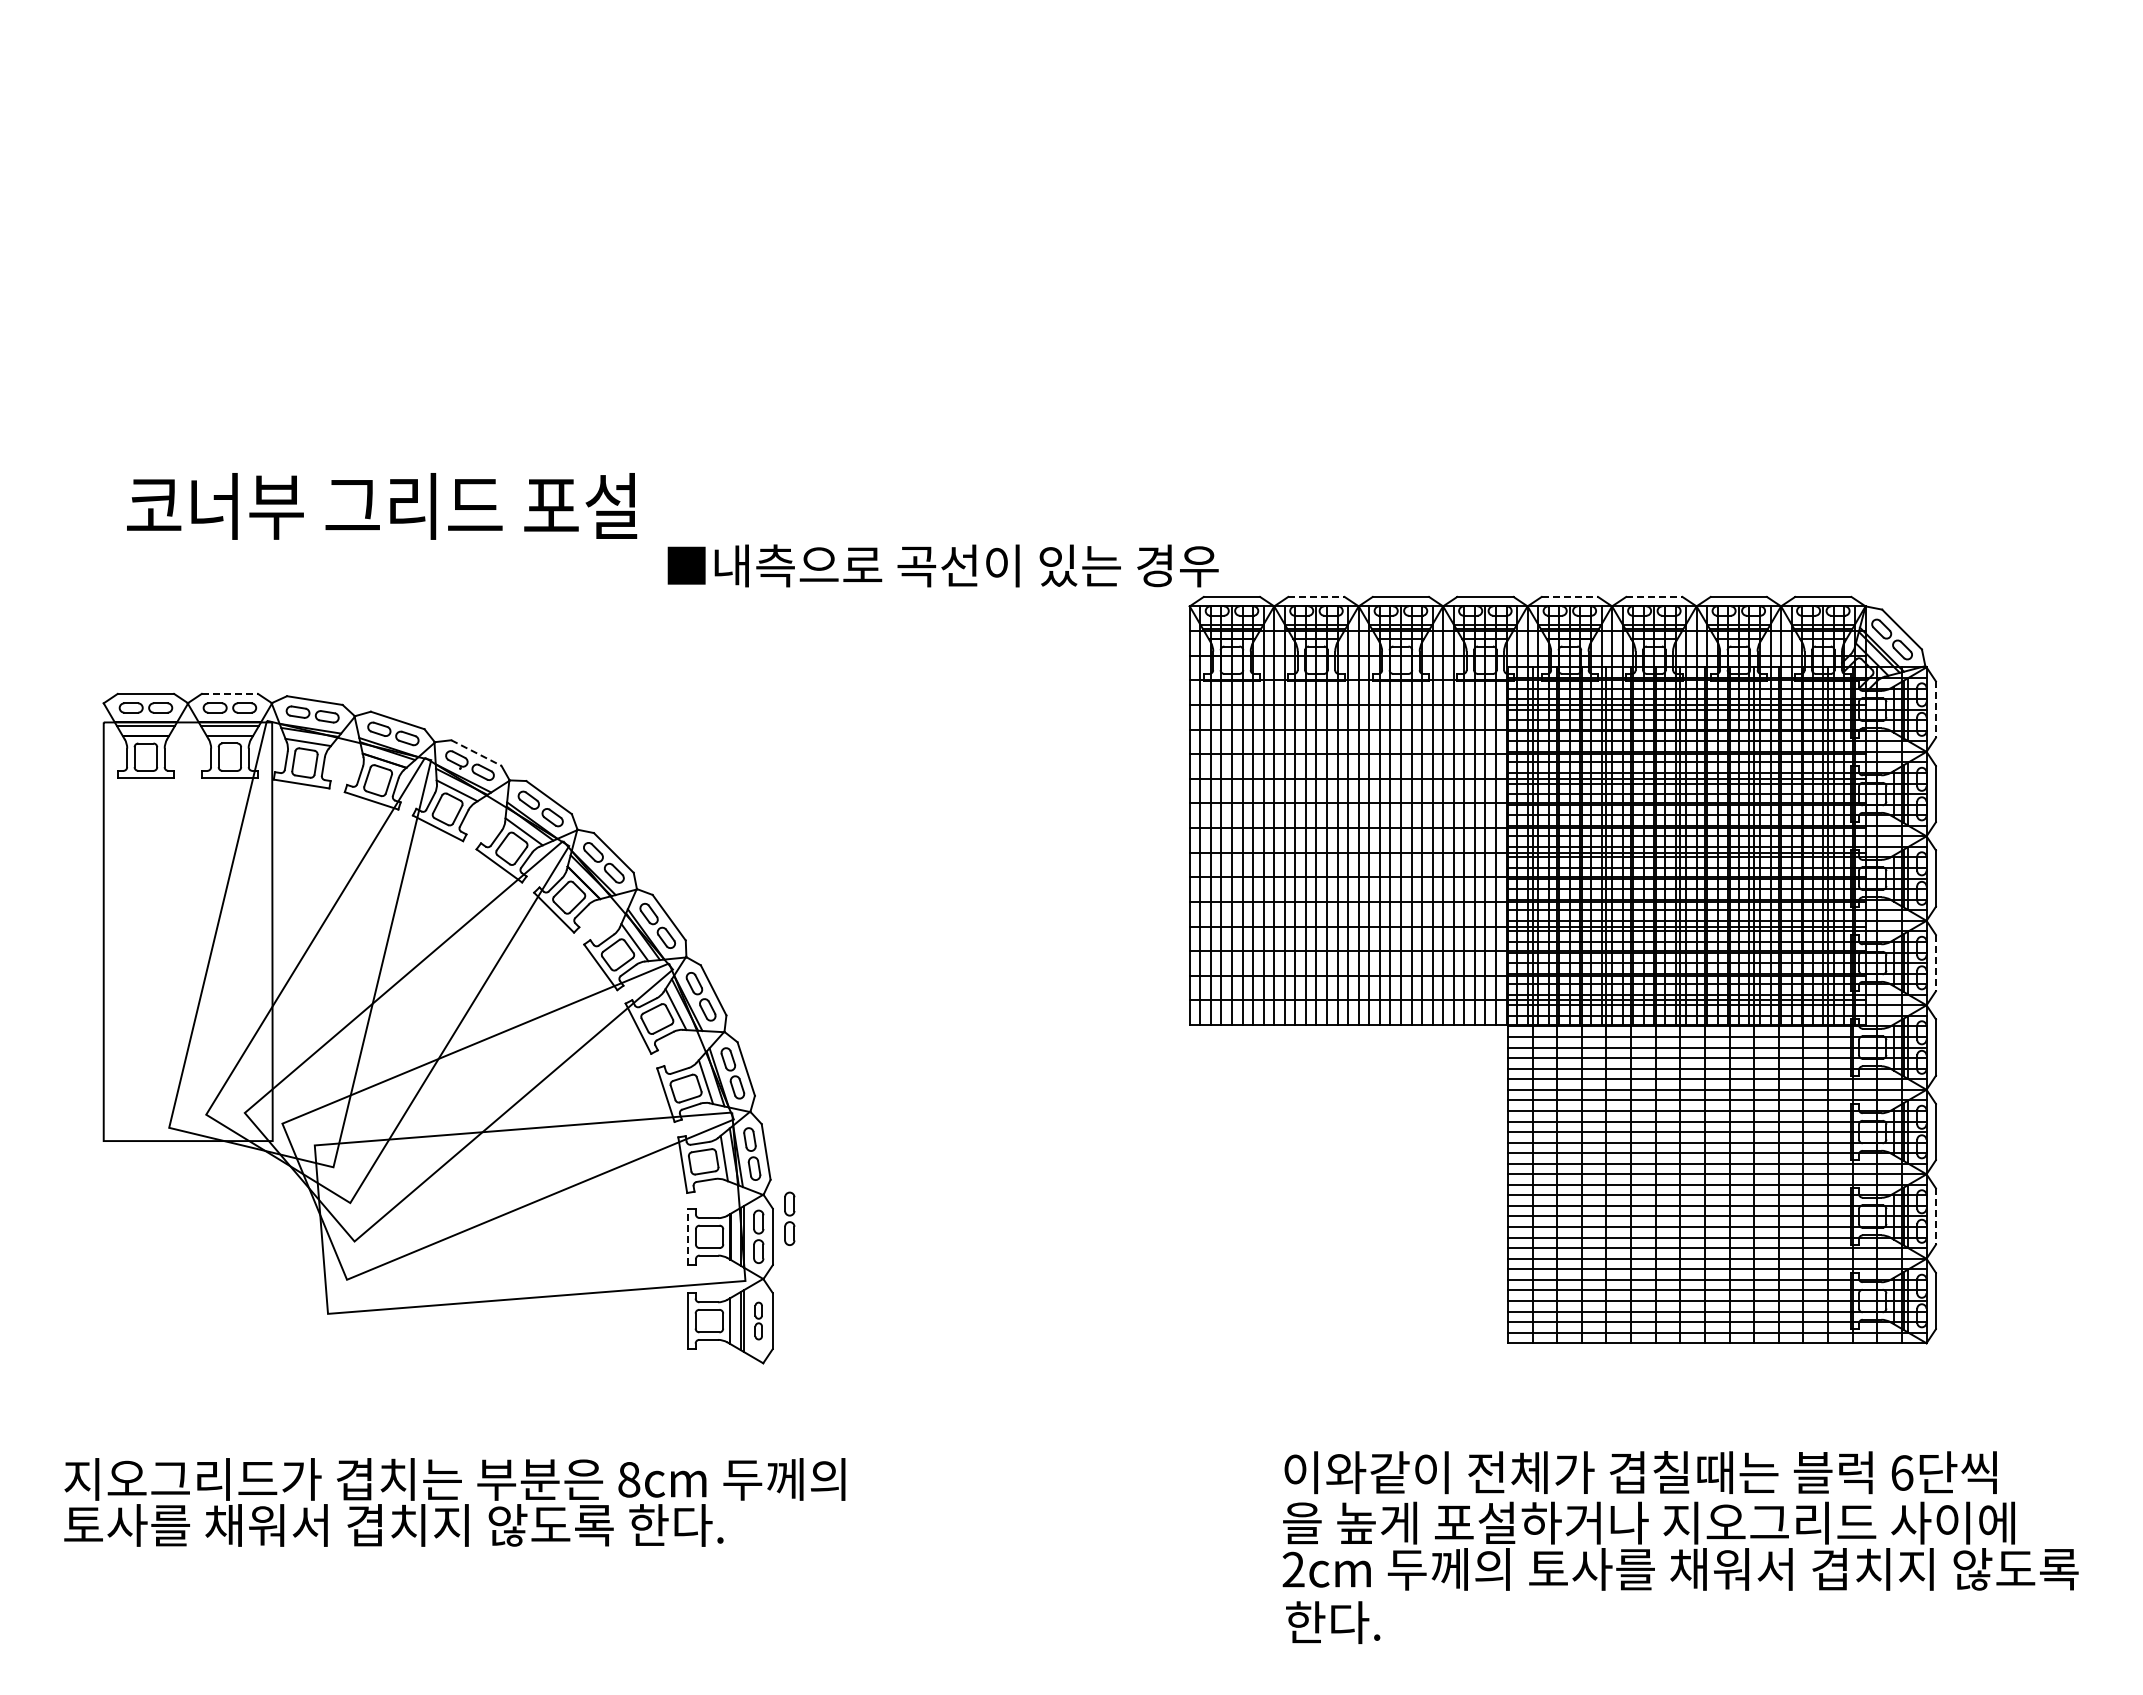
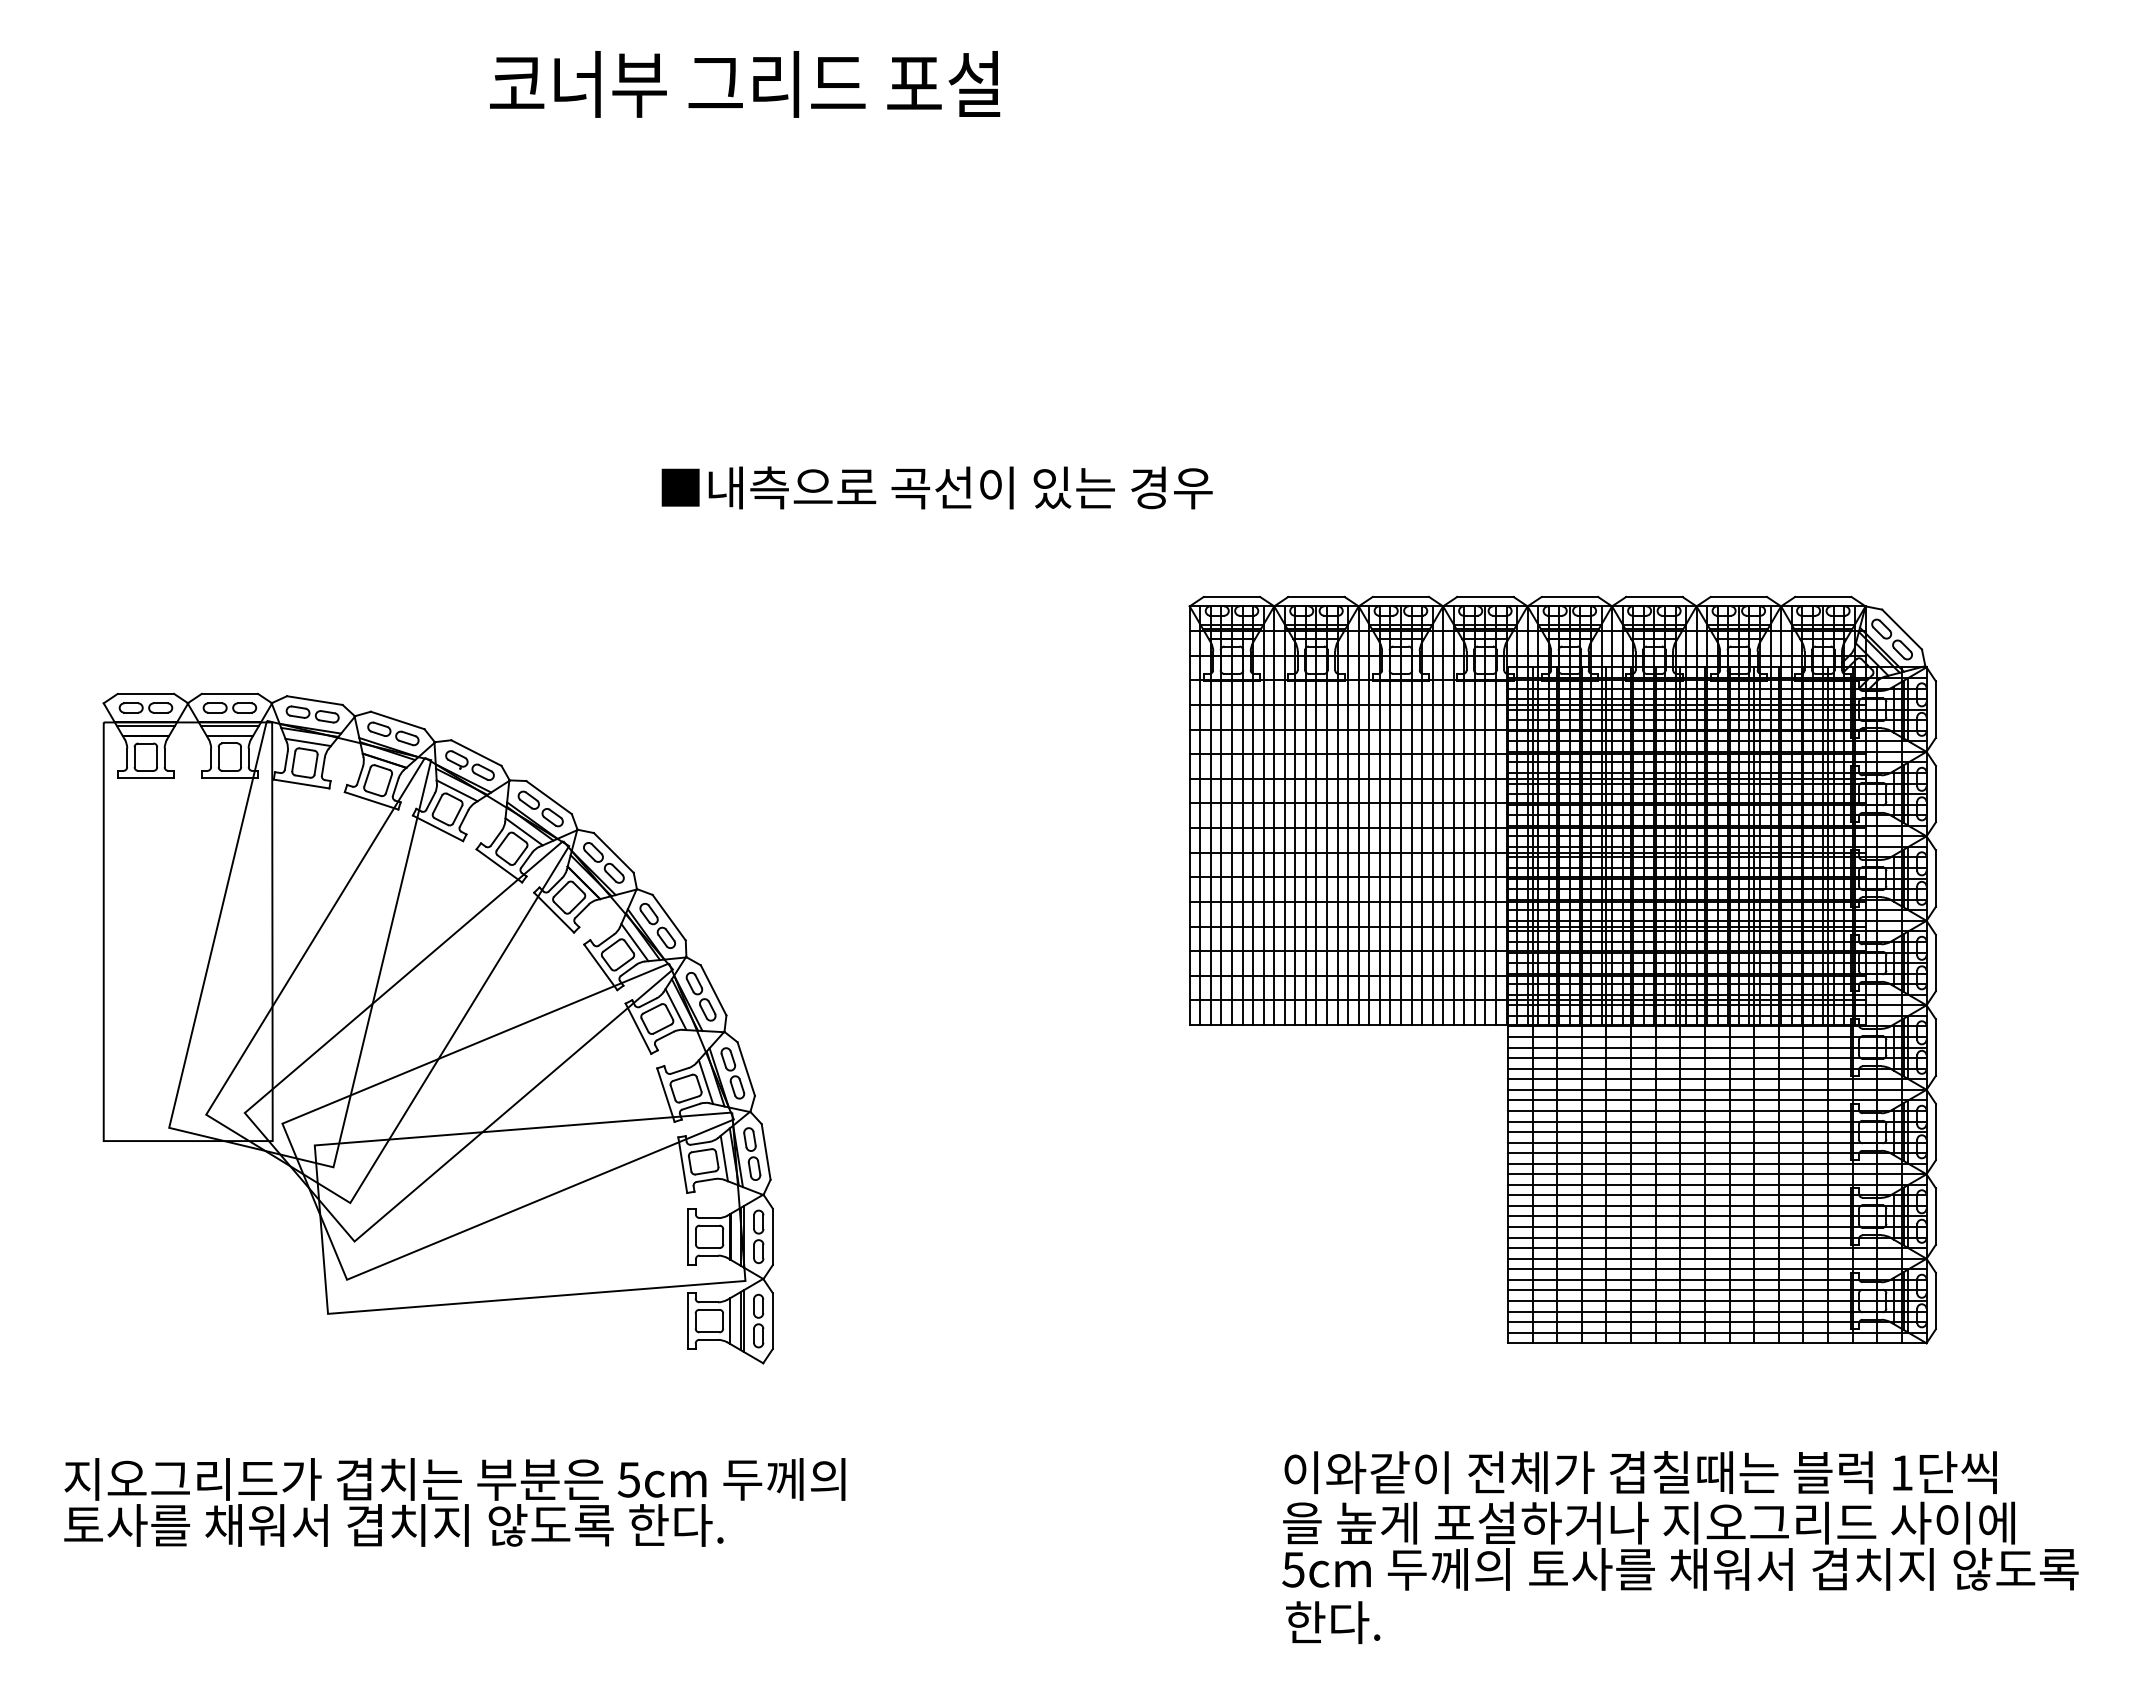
text at (382, 506) position: (382, 506) -> (745, 84)
text at (942, 565) position: (942, 565) -> (936, 487)
line at (1316, 596): dashed -> solid
line at (1570, 596): dashed -> solid
line at (1654, 596): dashed -> solid
line at (230, 693): dashed -> solid
line at (1935, 710): dashed -> solid
line at (476, 753): dashed -> solid
line at (1935, 963): dashed -> solid
line at (1935, 1217): dashed -> solid
part at (789, 1218): present -> none
line at (688, 1236): dashed -> solid
part at (758, 1320) size: 9x40 px -> 12x56 px
text at (1902, 1472): 6 -> 1
text at (628, 1479): 8cm -> 5cm
text at (1293, 1569): 2cm -> 5cm
